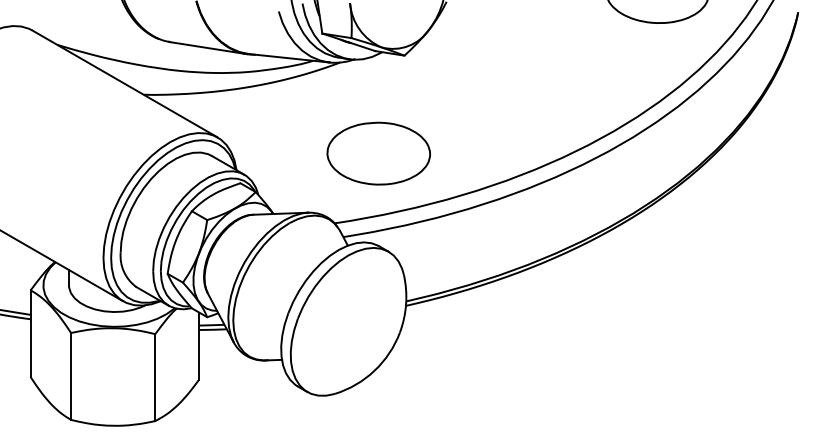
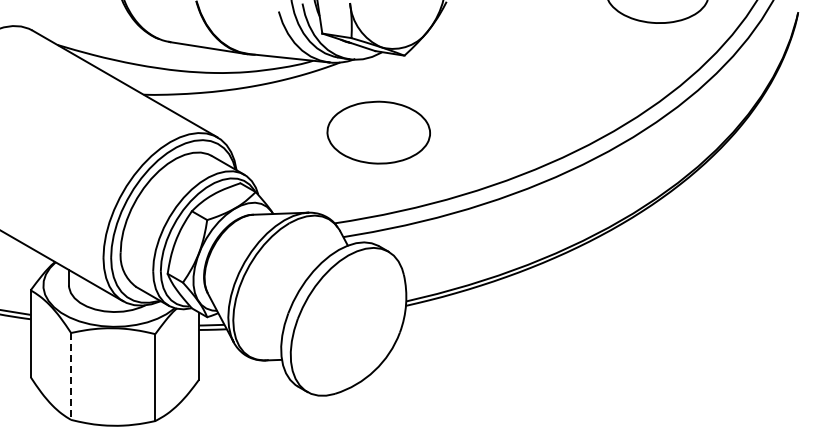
part at (378, 153) position: (378, 153) -> (378, 132)
line at (71, 376): solid -> dashed
